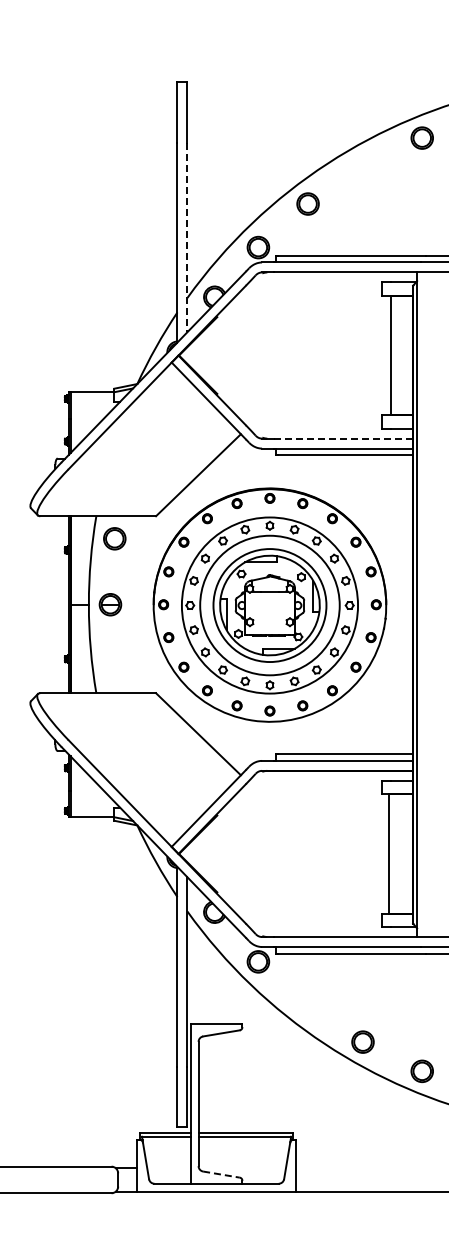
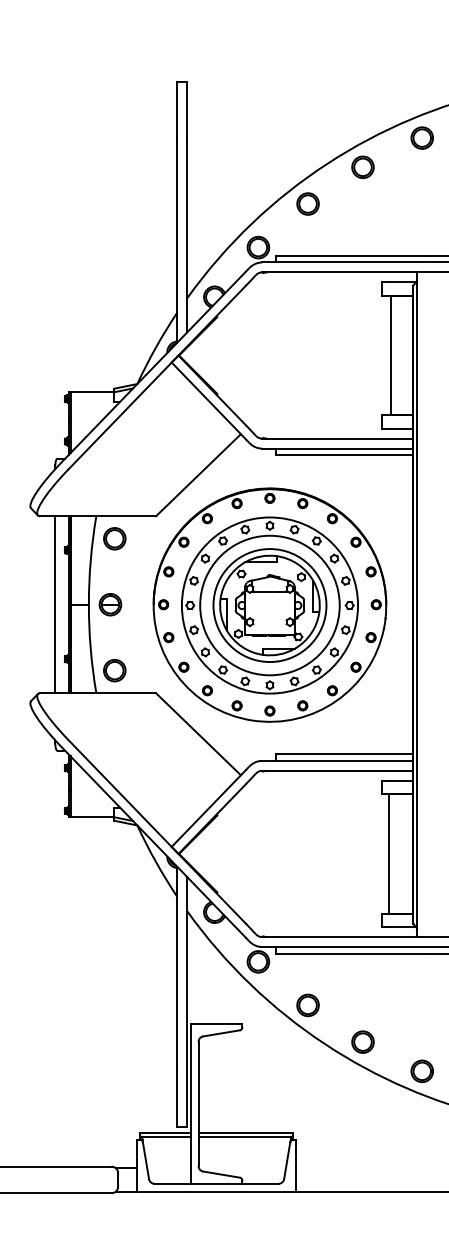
part at (362, 166): none -> present
line at (187, 237): dashed -> solid
line at (343, 438): dashed -> solid
line at (55, 604): none -> present
part at (114, 670): none -> present
part at (307, 1005): none -> present
line at (221, 1174): dashed -> solid
